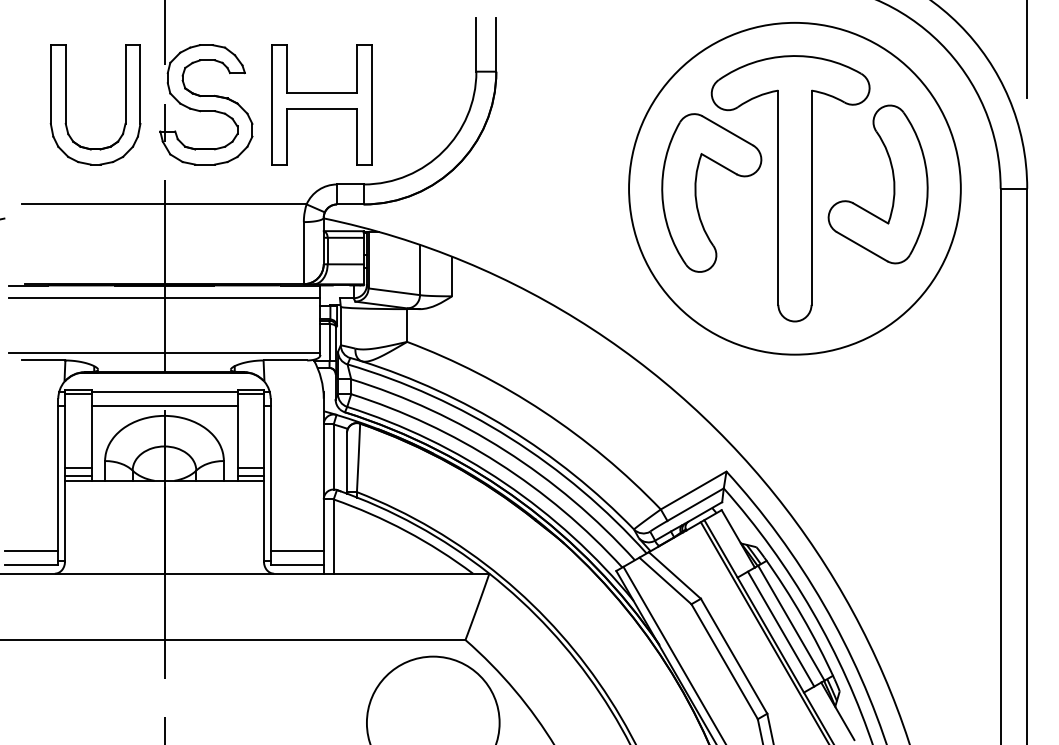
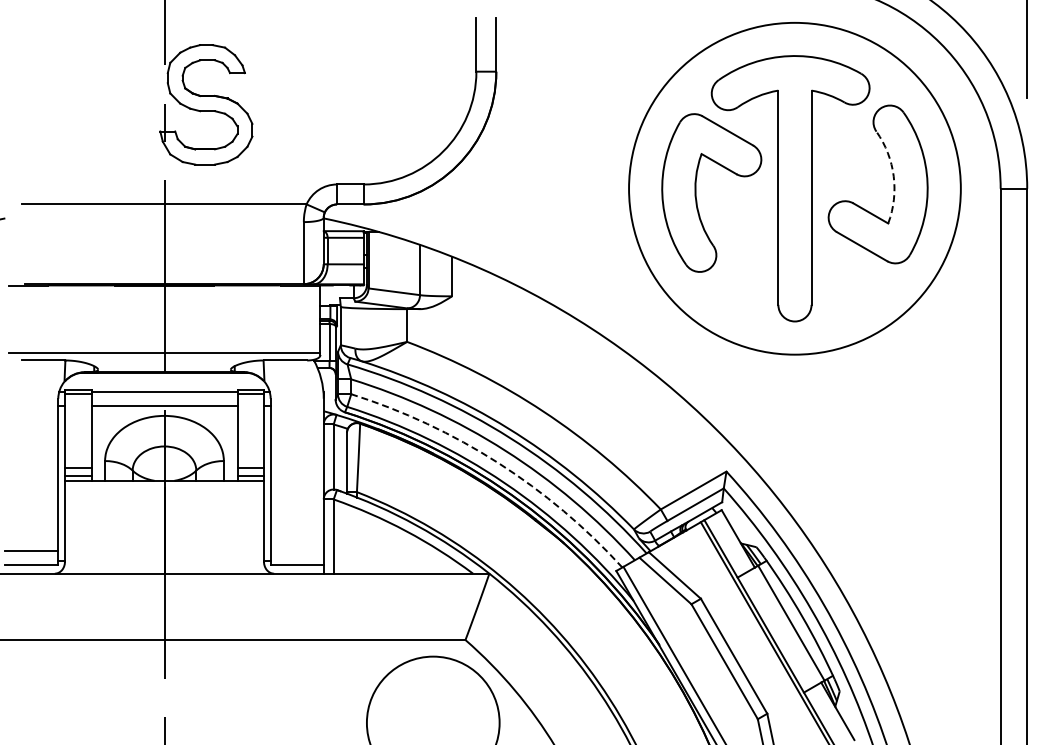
part at (66, 104): present -> none
part at (321, 104): present -> none
arc at (893, 176): solid -> dashed
line at (164, 298): present -> none
arc at (498, 463): solid -> dashed
line at (296, 551): present -> none
line at (780, 628): present -> none
